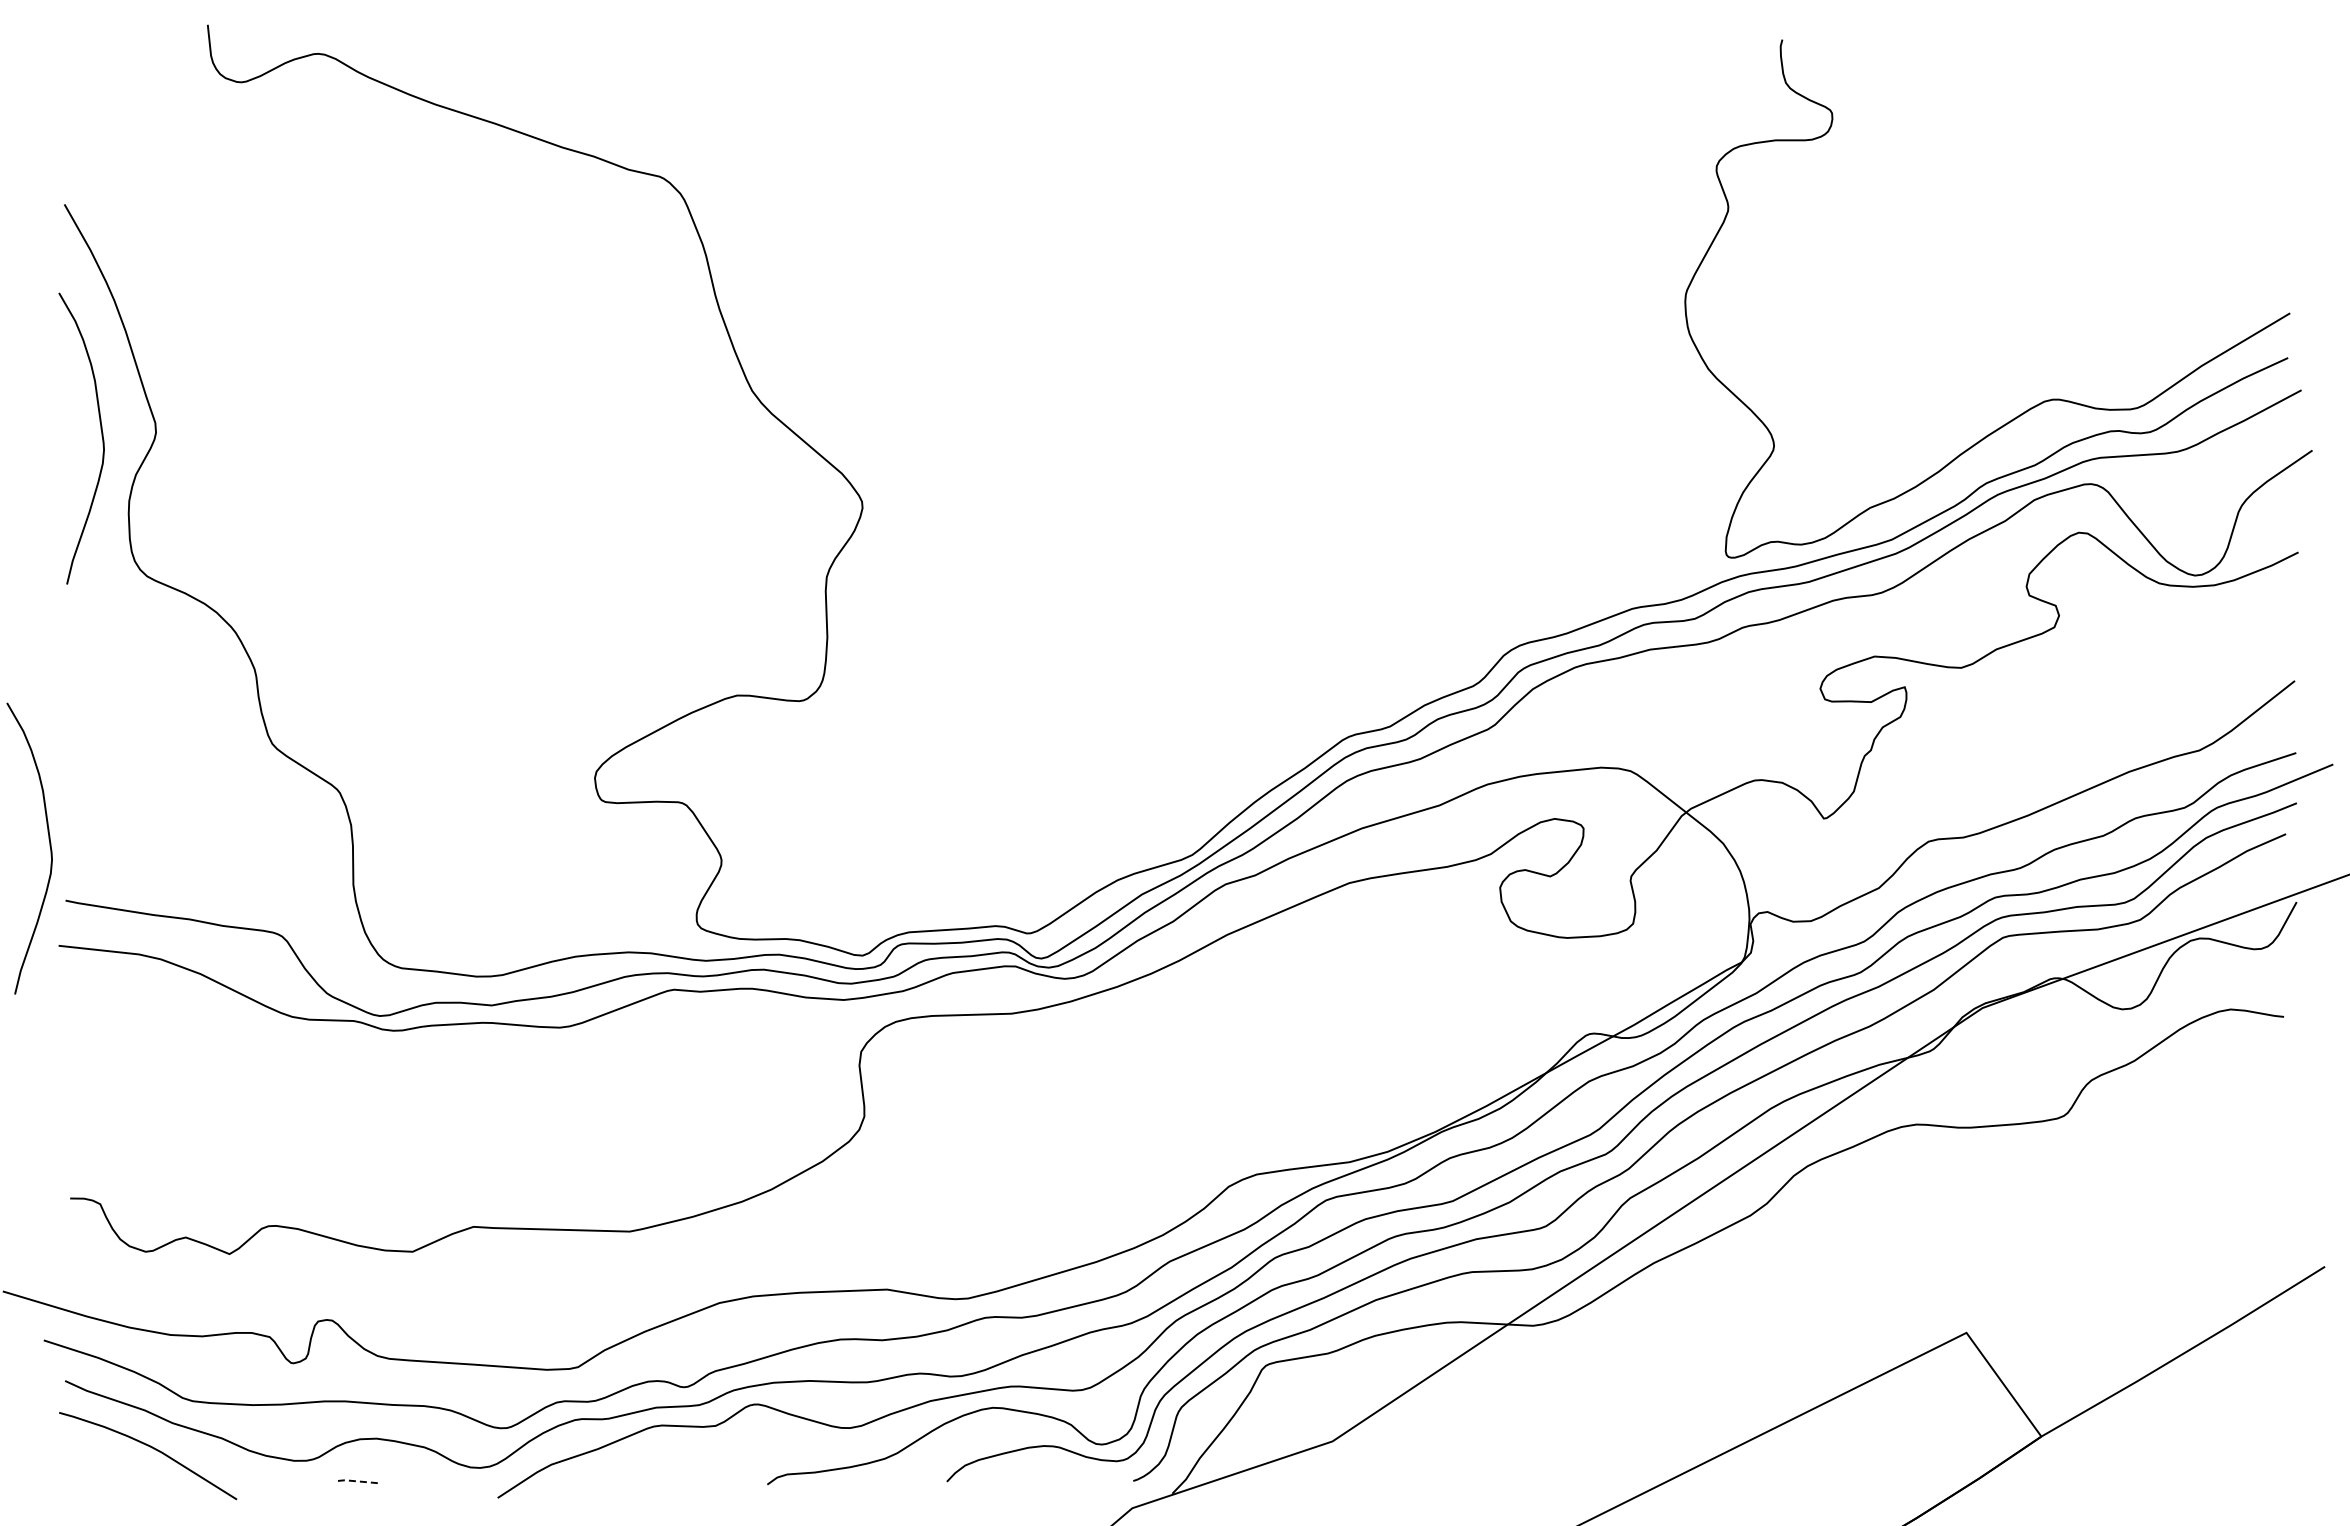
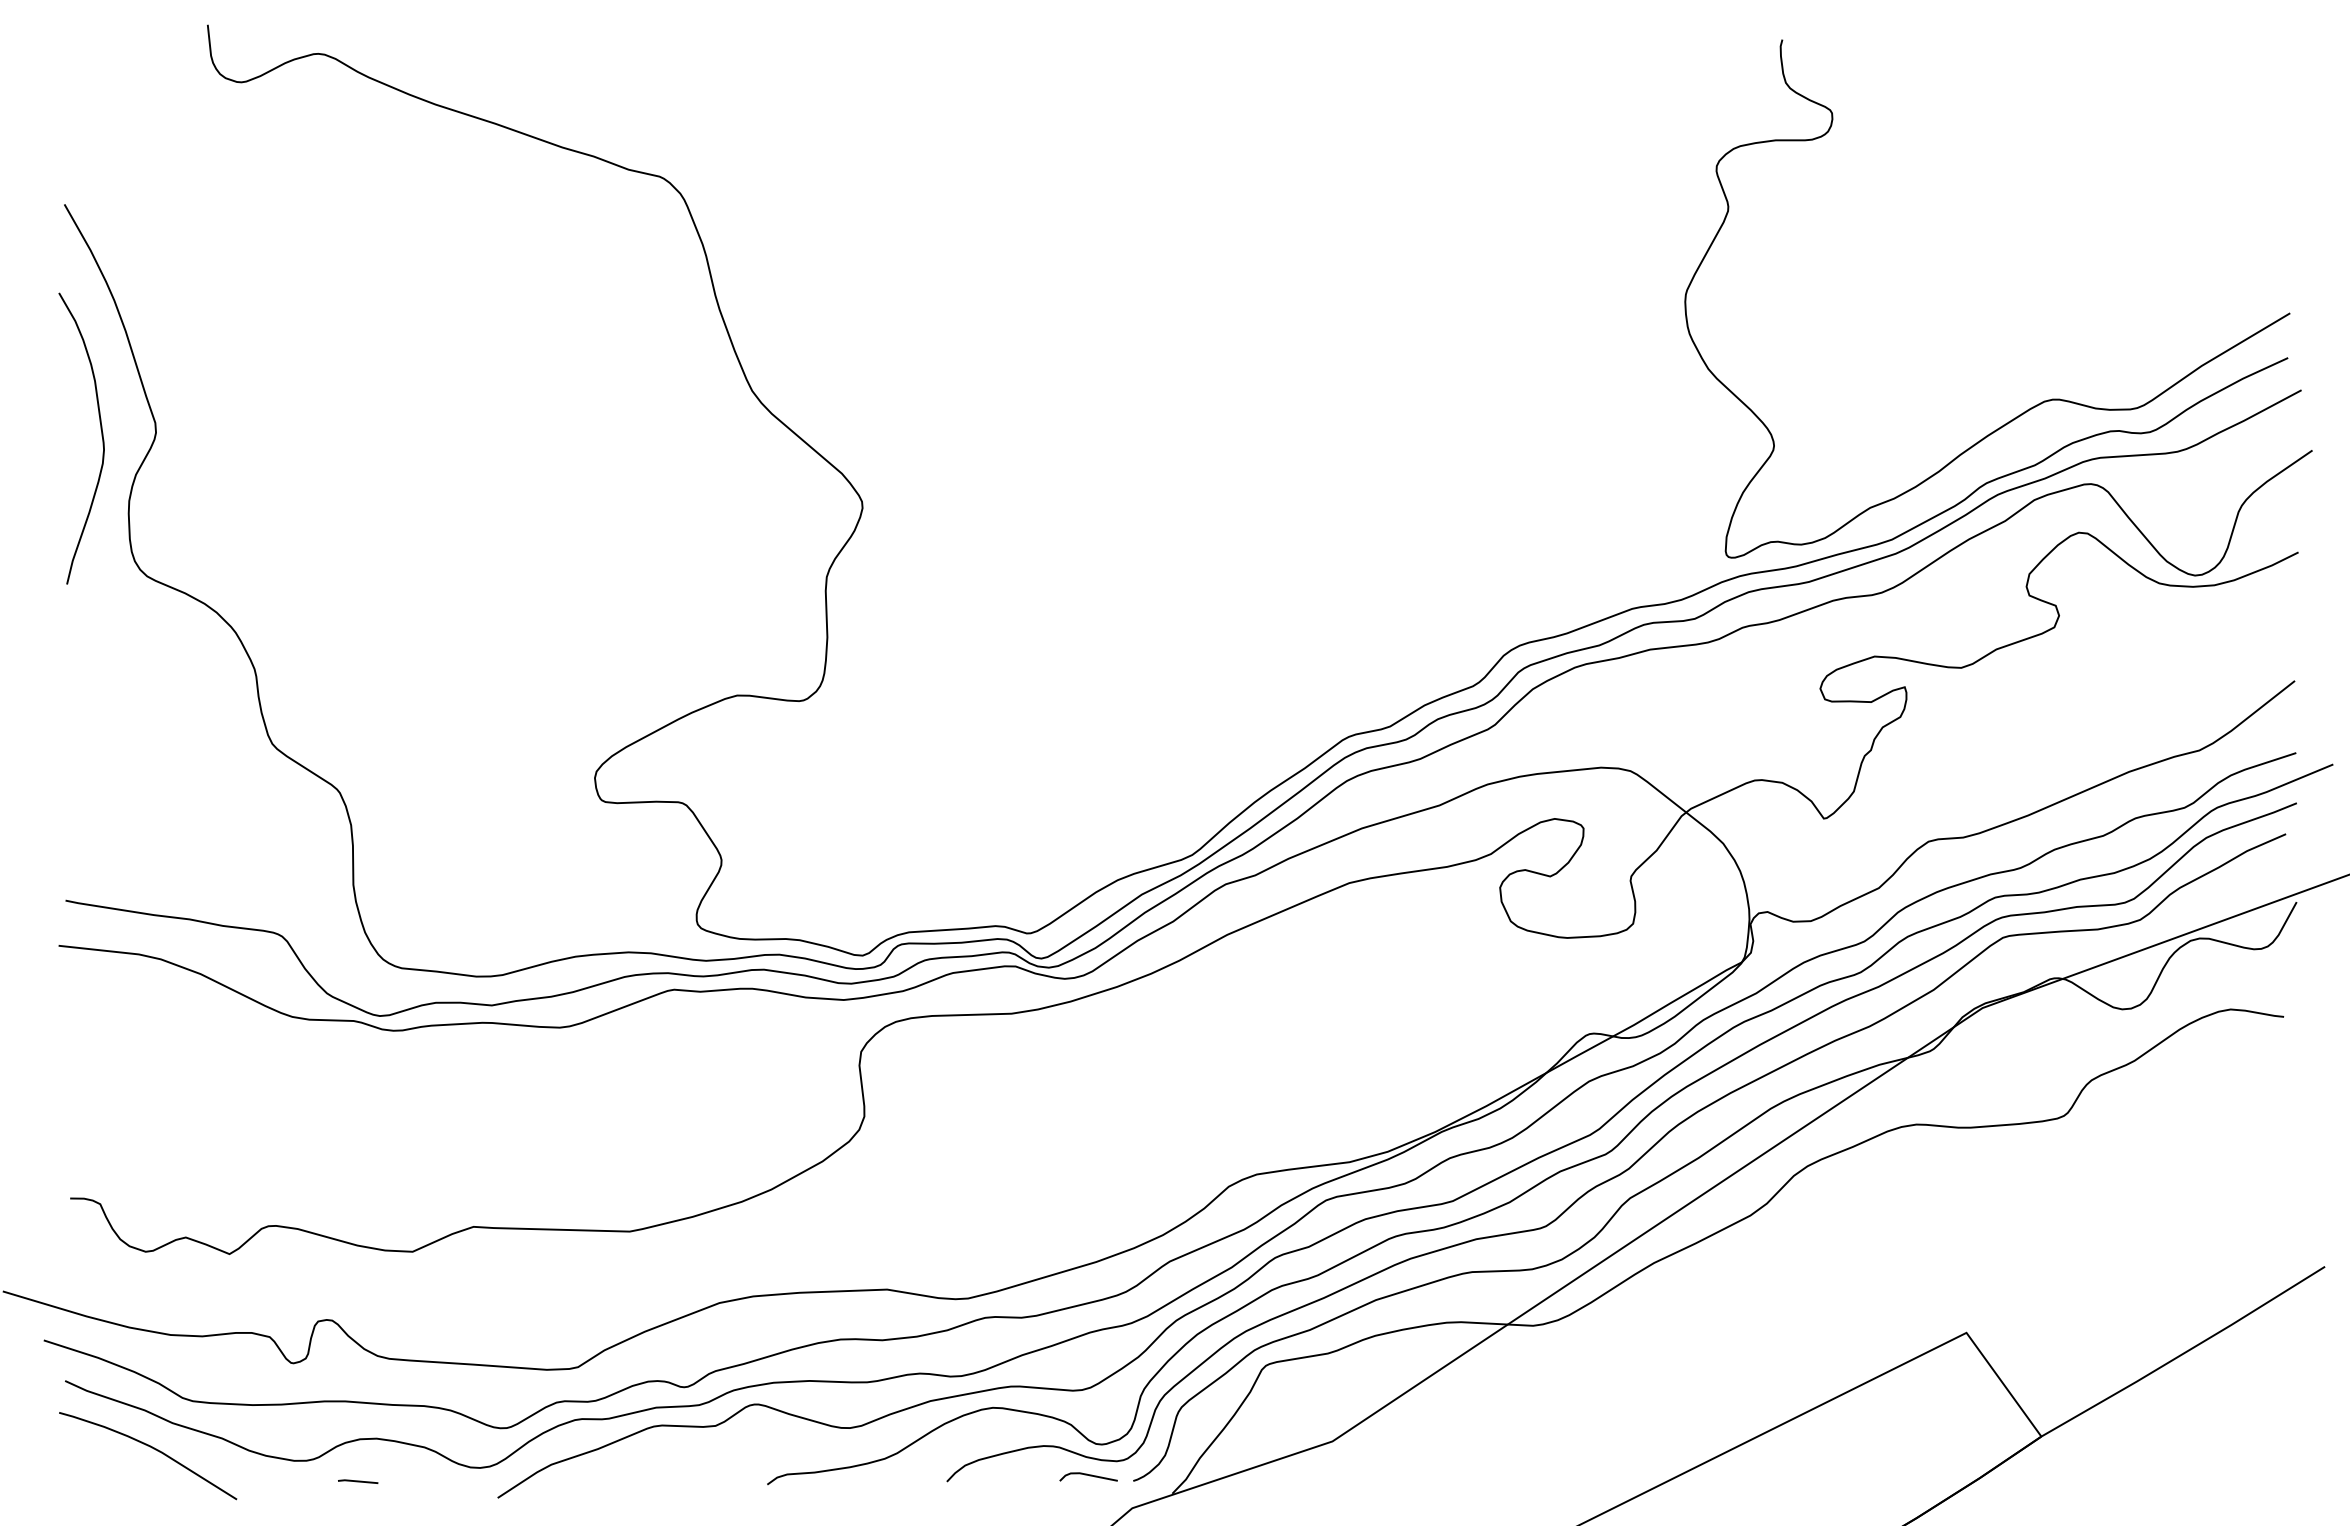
curve at (49, 846): present -> none
line at (1088, 1475): none -> present
line at (357, 1481): dashed -> solid
